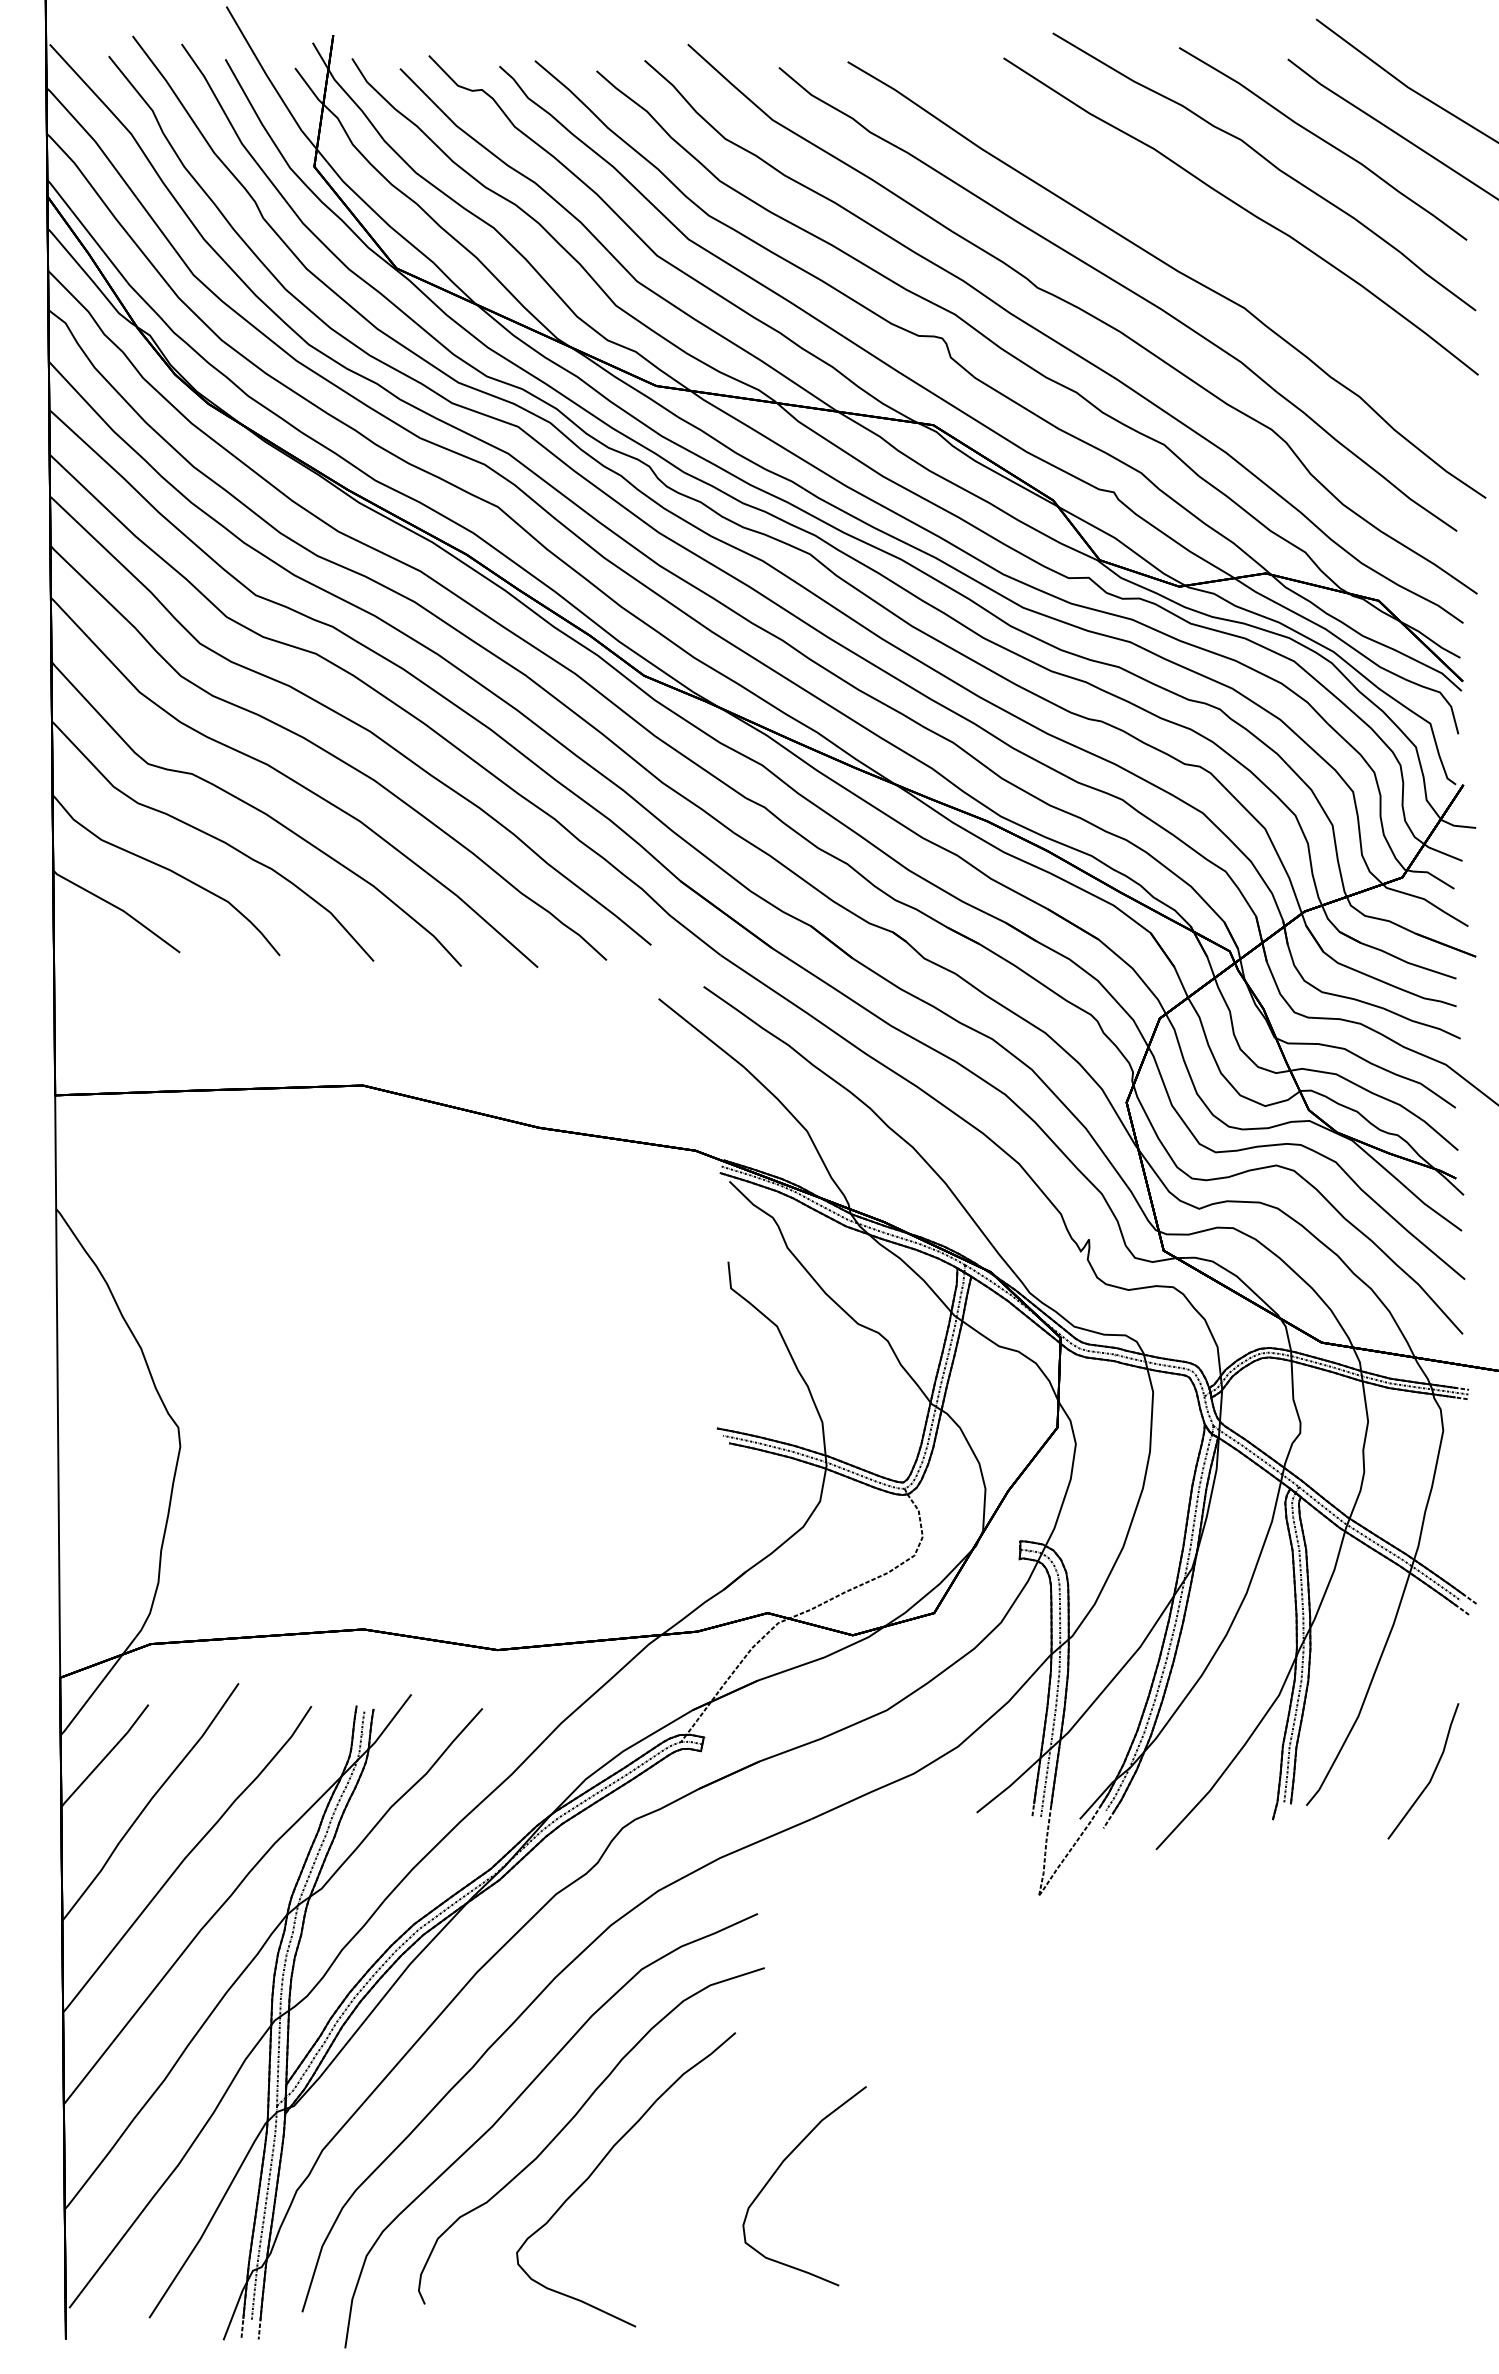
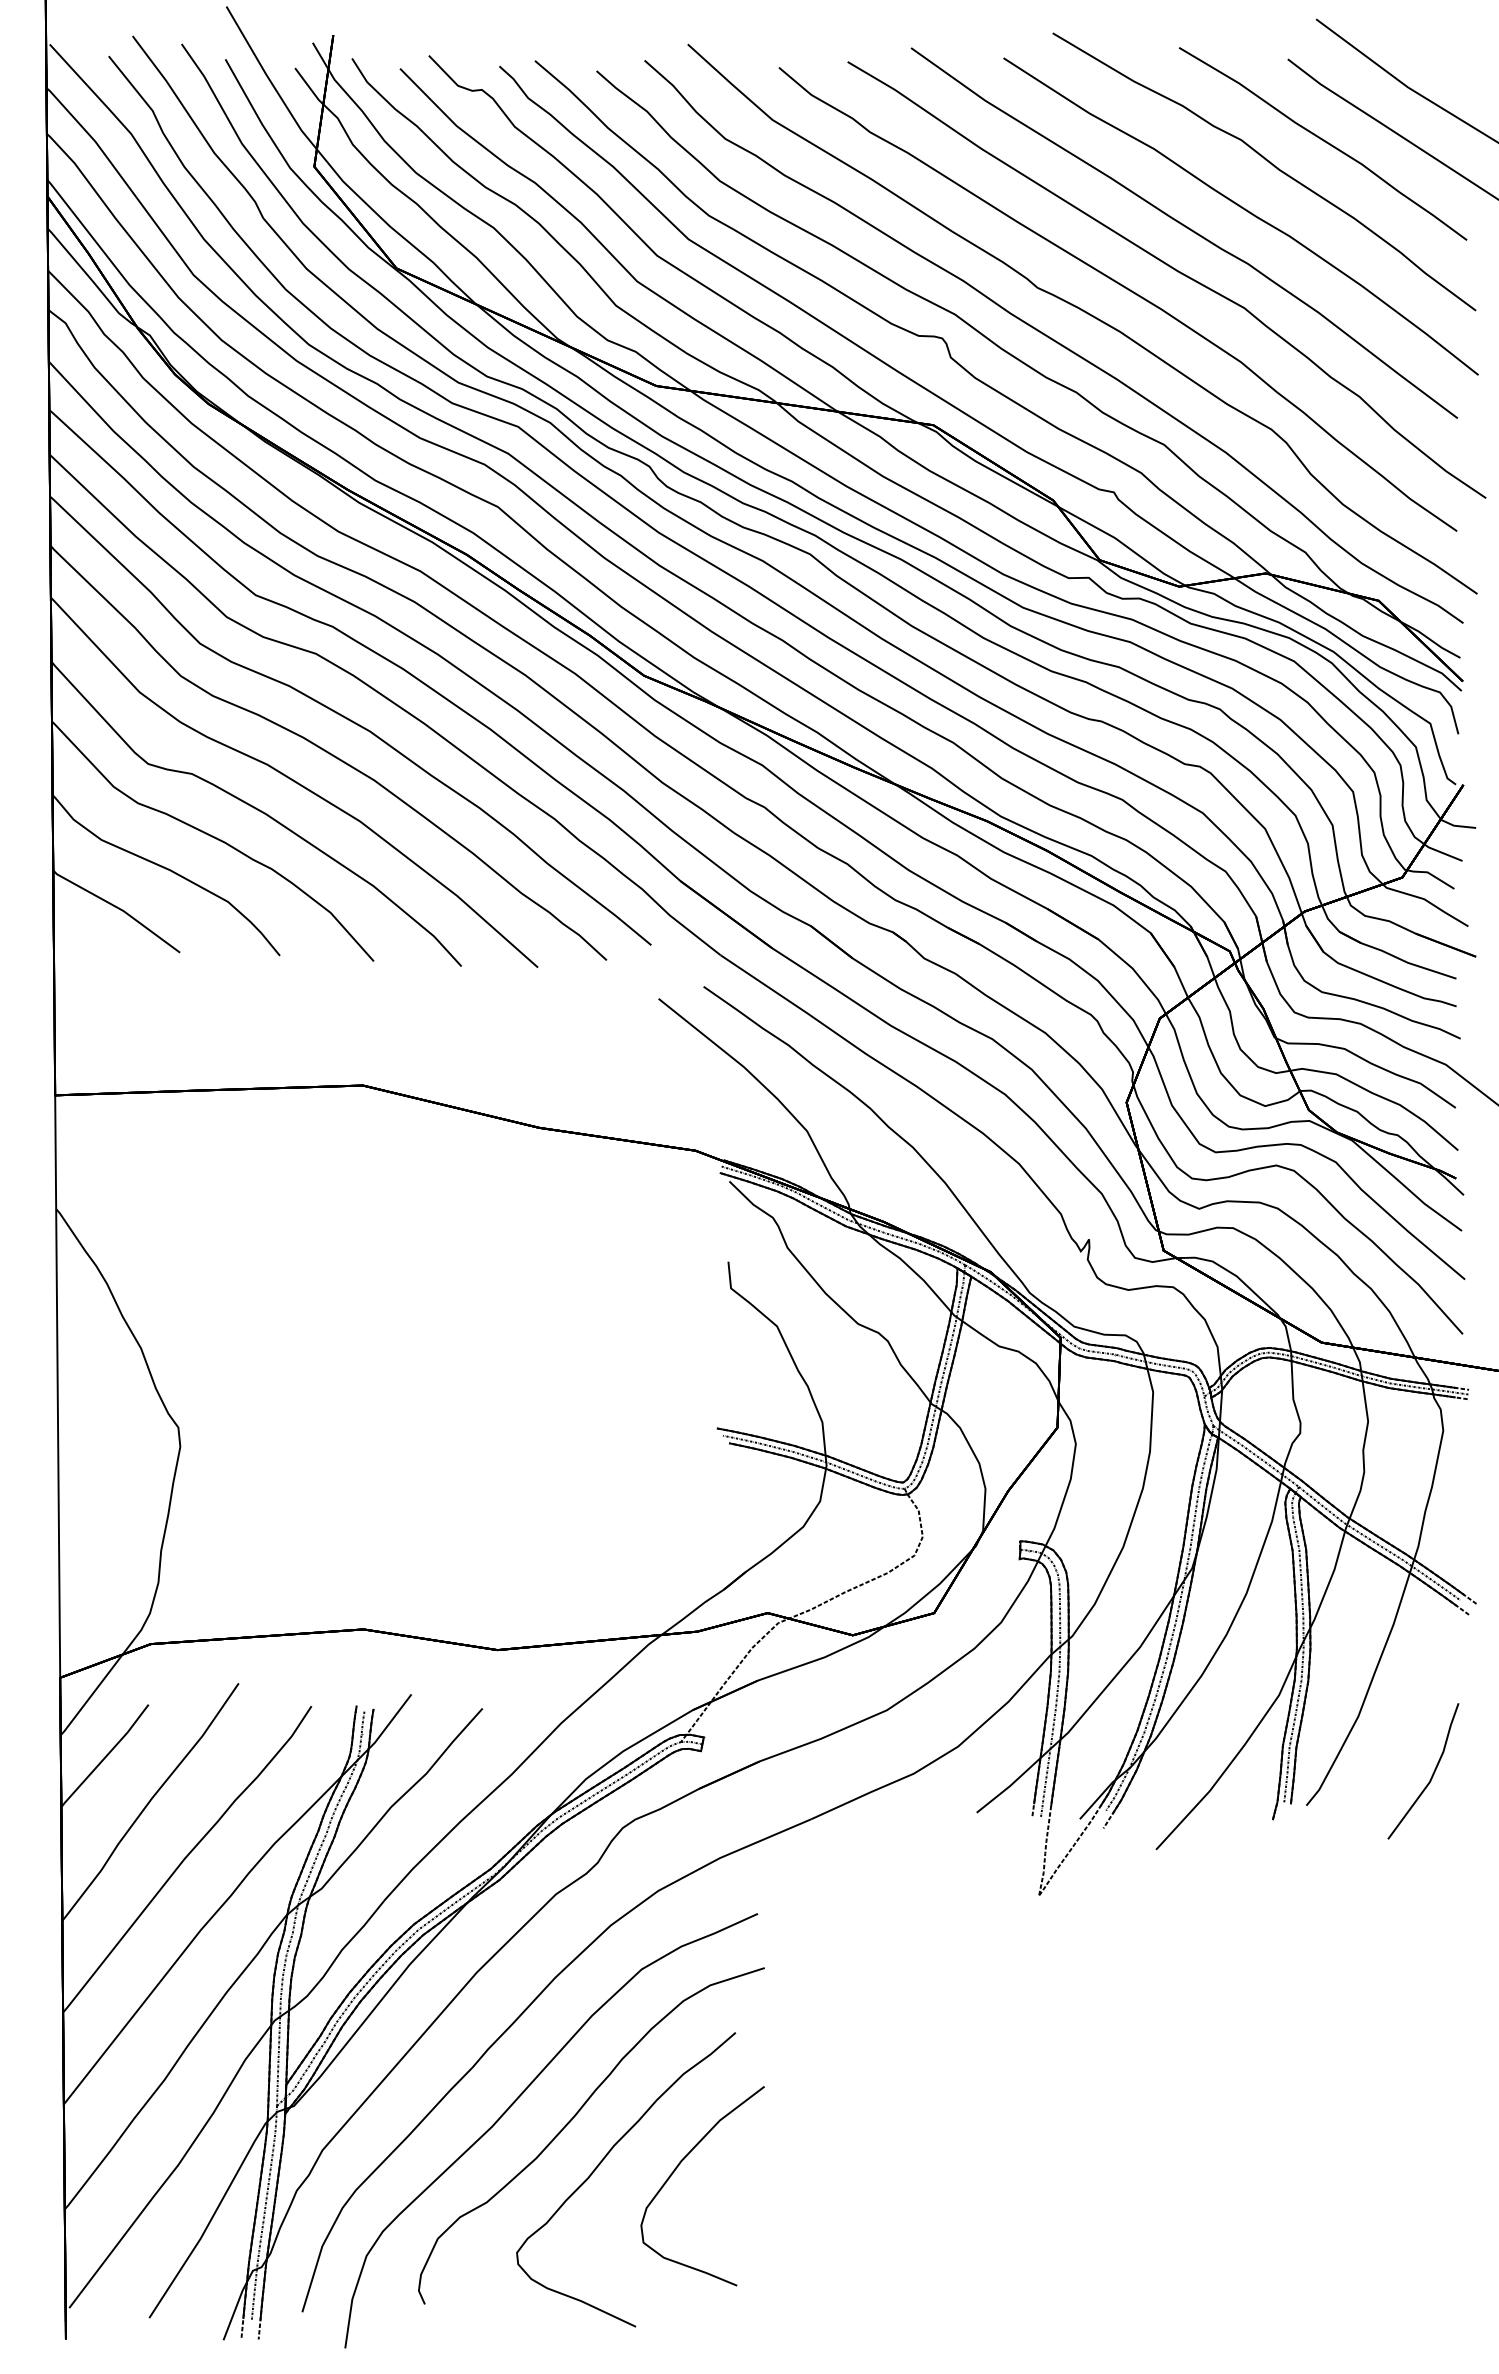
curve at (1186, 228): none -> present
part at (779, 2168) position: (779, 2168) -> (677, 2168)
